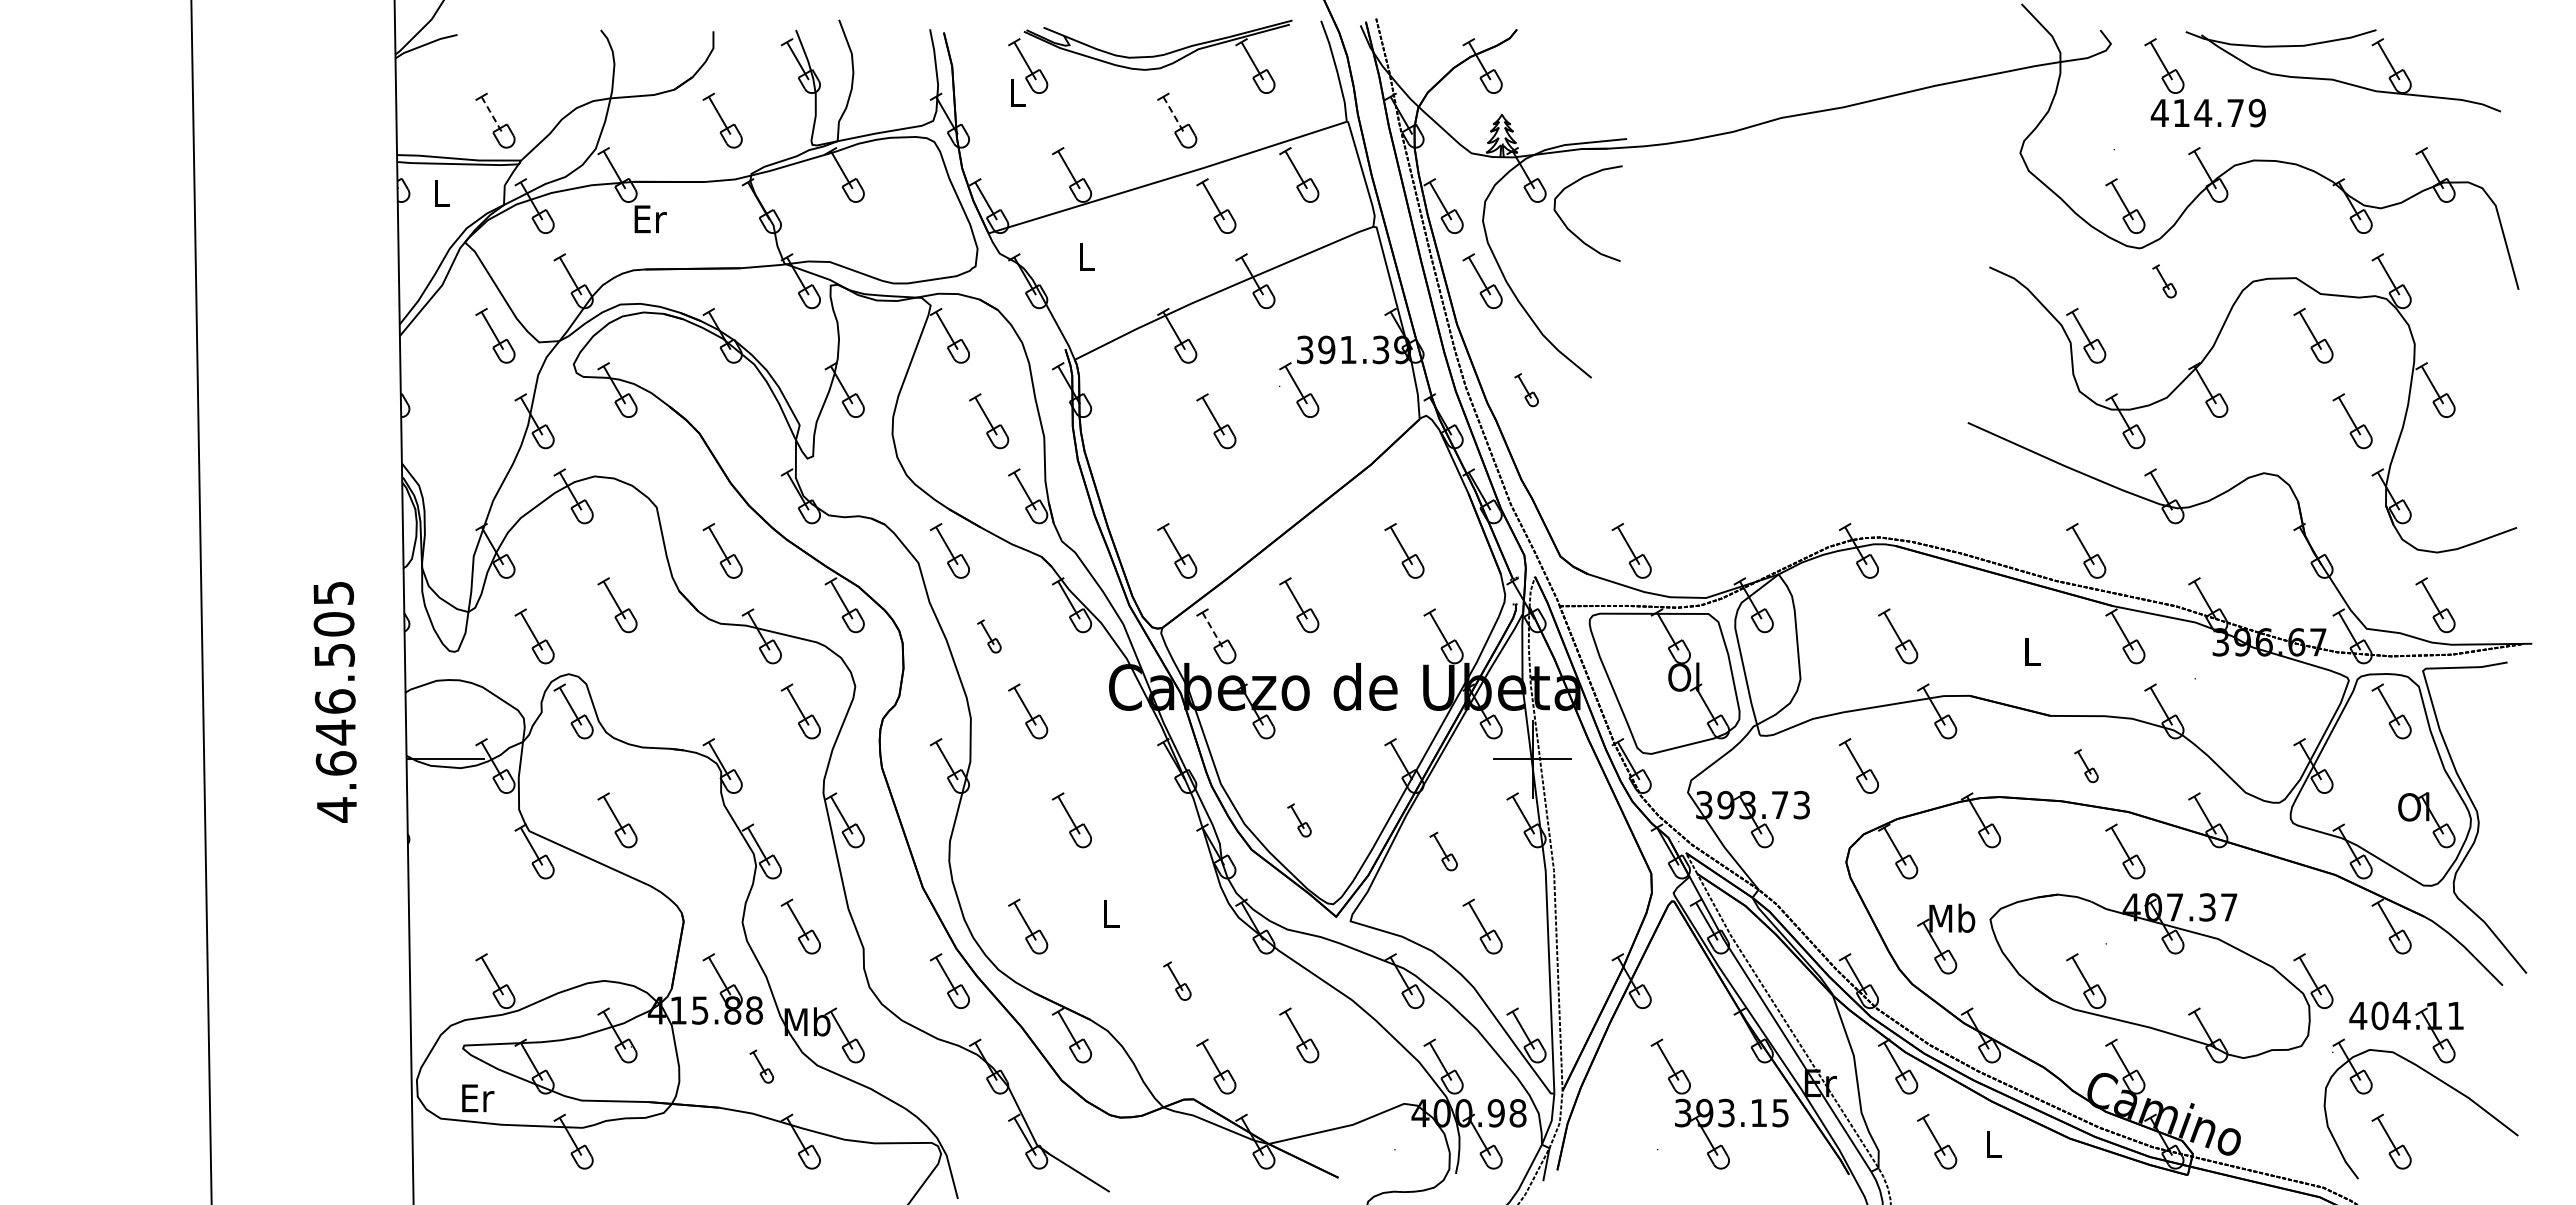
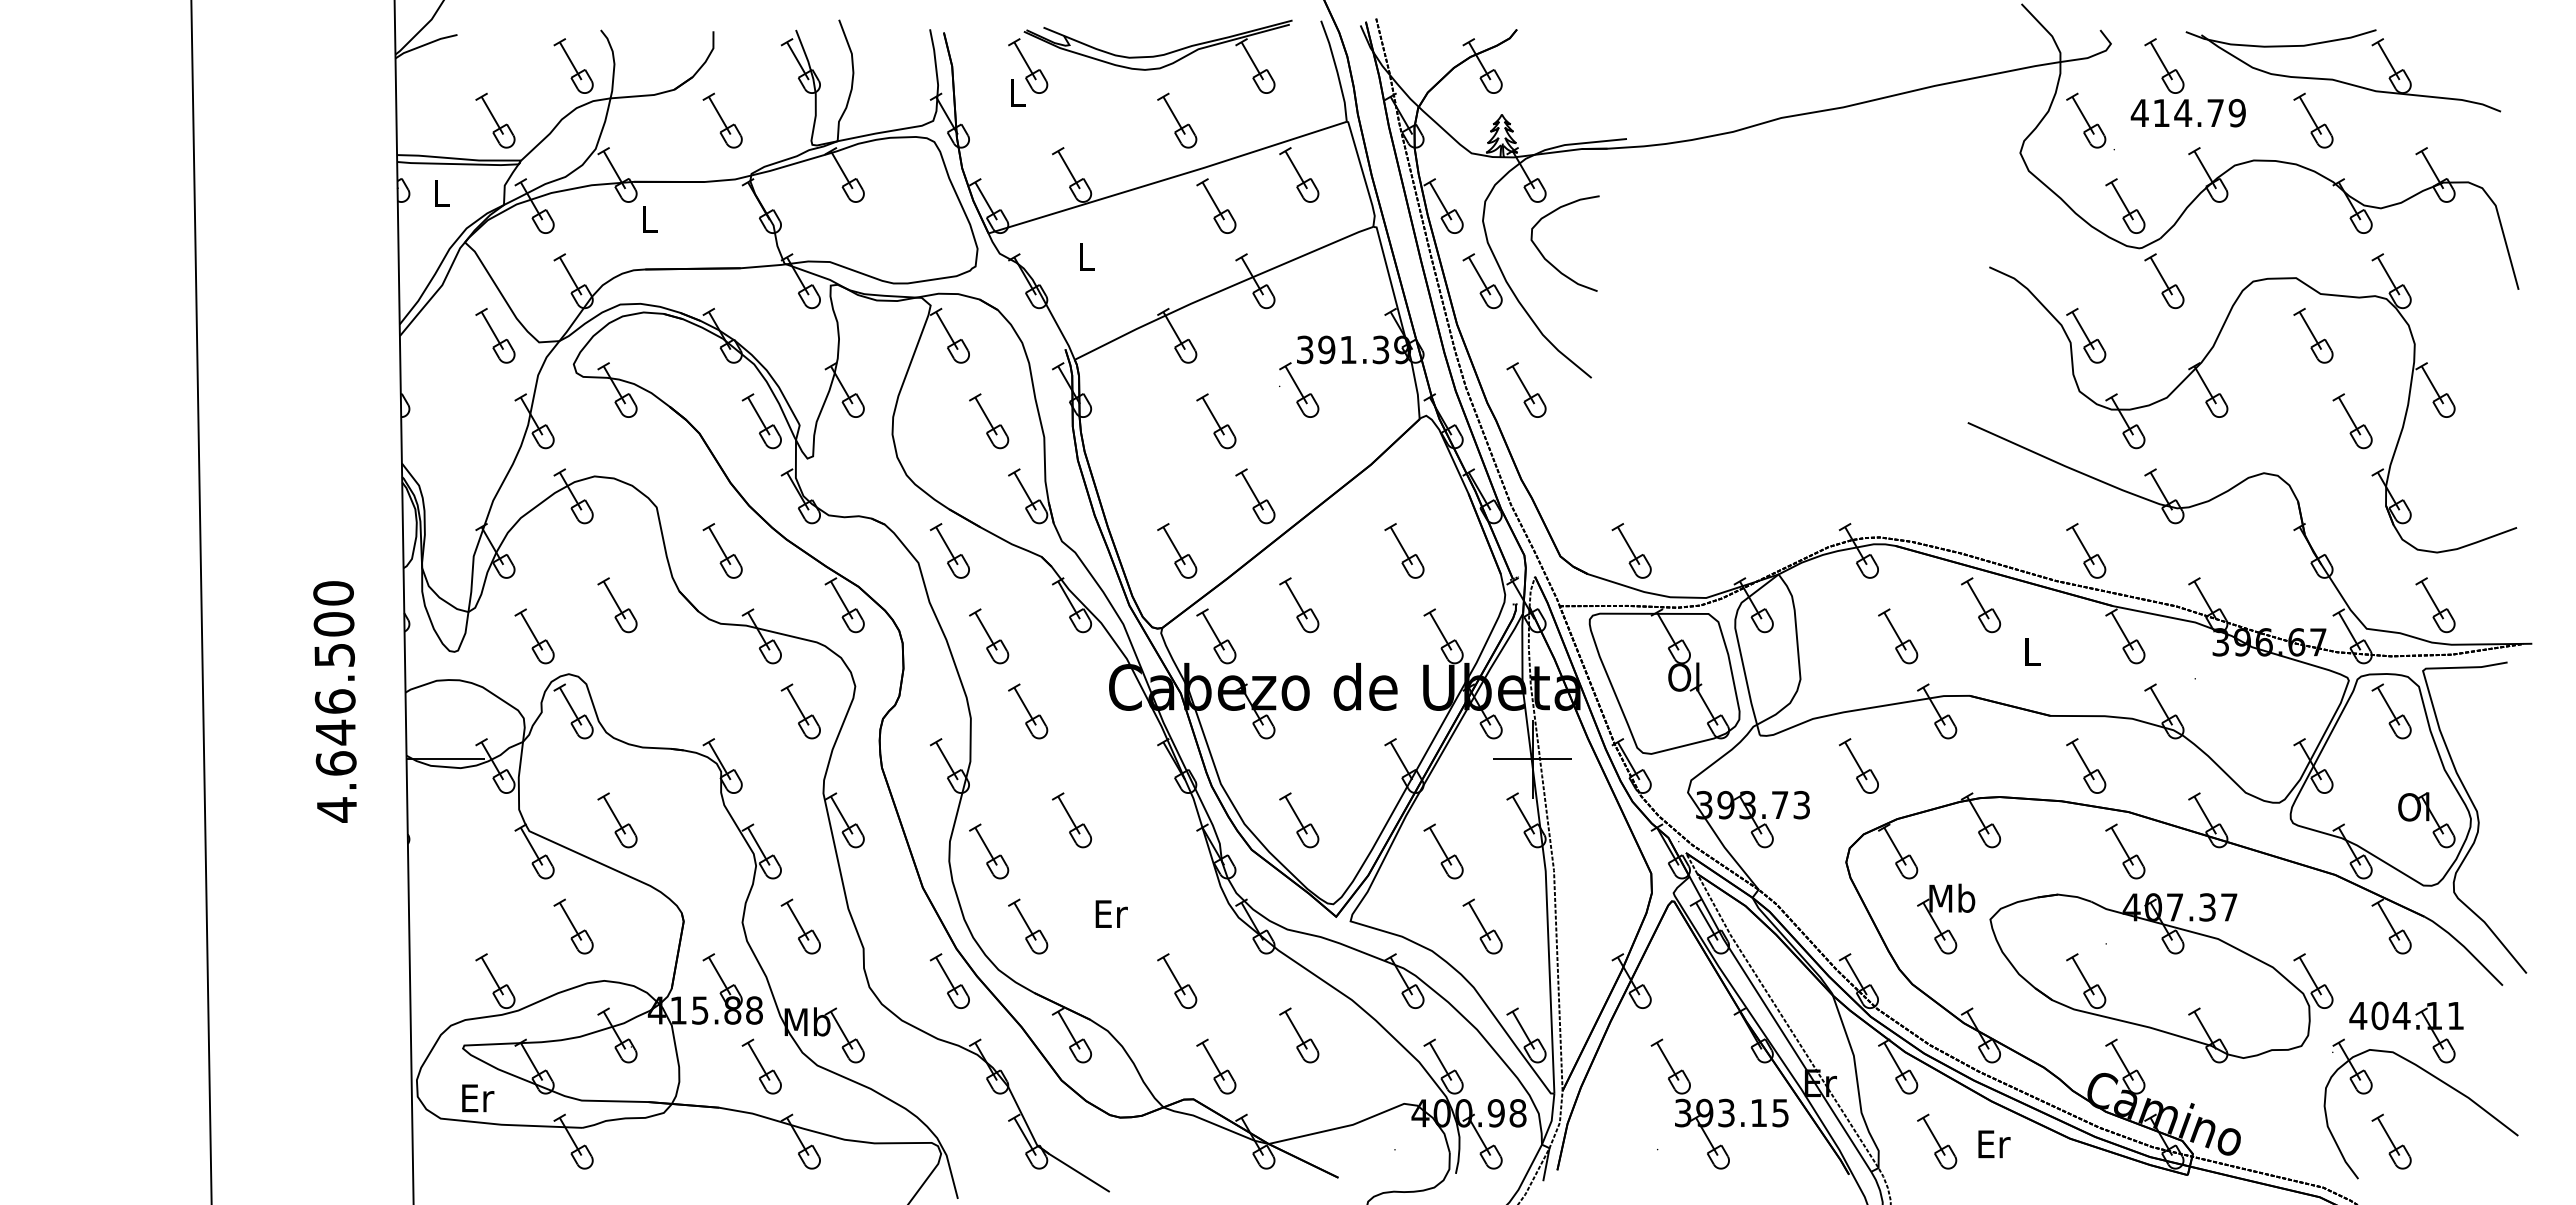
part at (573, 65): none -> present
text at (2207, 113) position: (2207, 113) -> (2187, 113)
line at (492, 115): dashed -> solid
line at (1174, 115): dashed -> solid
part at (2086, 120): none -> present
part at (2313, 120): none -> present
text at (650, 219): Er -> L
curve at (1570, 229) position: (1570, 229) -> (1547, 259)
part at (2164, 281) size: 25x35 px -> 41x57 px
part at (1526, 390) size: 25x35 px -> 41x56 px
part at (761, 421): none -> present
part at (1255, 496): none -> present
text at (333, 593): 4.646.505 -> 4.646.500
part at (1981, 605): none -> present
line at (1213, 631): dashed -> solid
part at (989, 636) size: 25x35 px -> 41x57 px
part at (2086, 766) size: 25x35 px -> 41x56 px
part at (1299, 820) size: 25x35 px -> 41x57 px
part at (989, 851): none -> present
part at (1443, 851) size: 29x41 px -> 41x57 px
text at (1111, 913): L -> Er
part at (573, 926): none -> present
part at (1949, 932) position: (1949, 932) -> (1949, 912)
part at (1177, 980) size: 29x40 px -> 41x56 px
part at (761, 1066) size: 26x35 px -> 41x57 px
text at (1994, 1144): L -> Er
